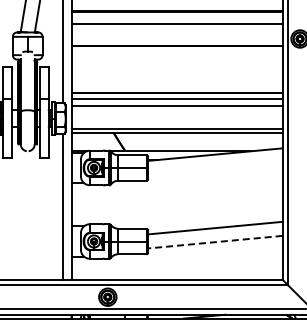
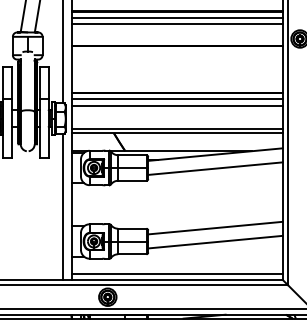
line at (176, 17): none -> present
line at (215, 168): none -> present
line at (214, 242): dashed -> solid
line at (176, 273): none -> present
